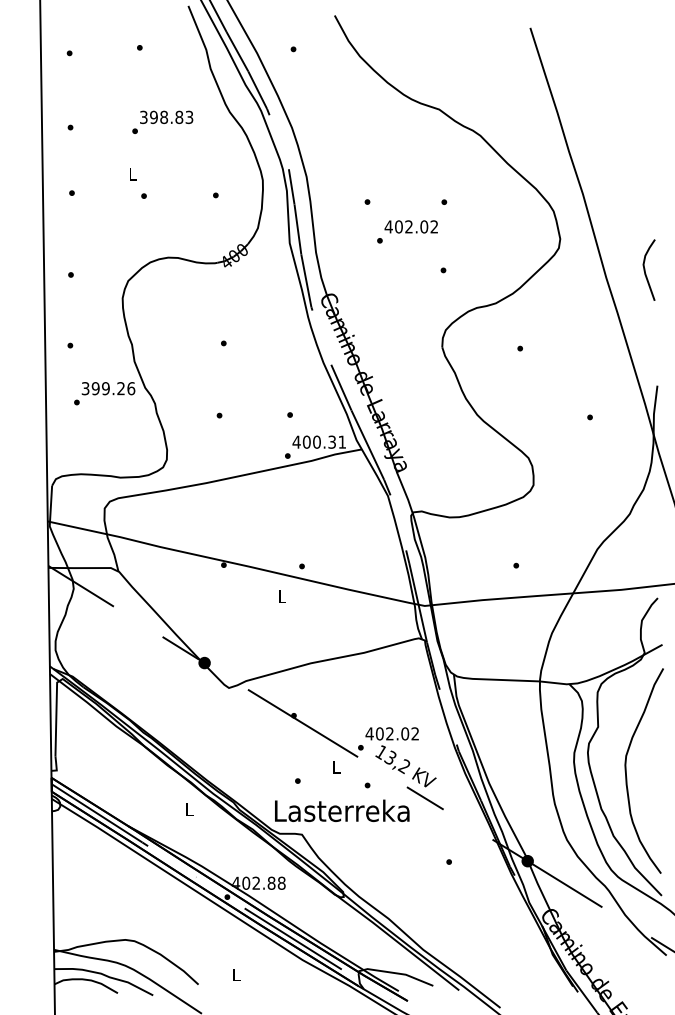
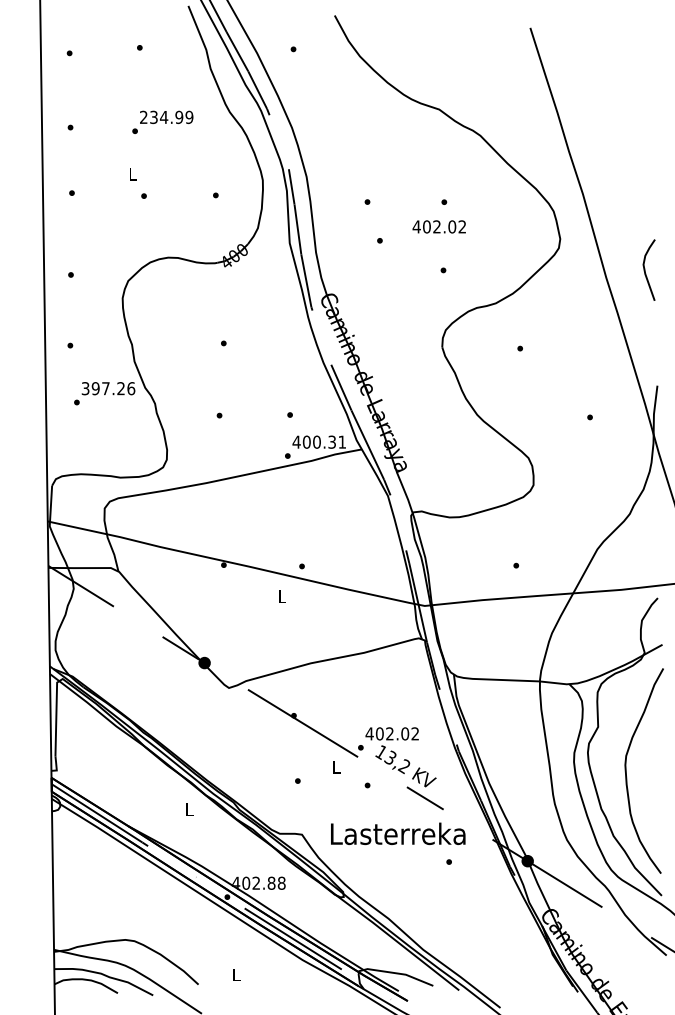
text at (166, 117): 398.83 -> 234.99
text at (410, 226) position: (410, 226) -> (438, 226)
text at (105, 388): 399.26 -> 397.26
text at (342, 810) position: (342, 810) -> (398, 833)
